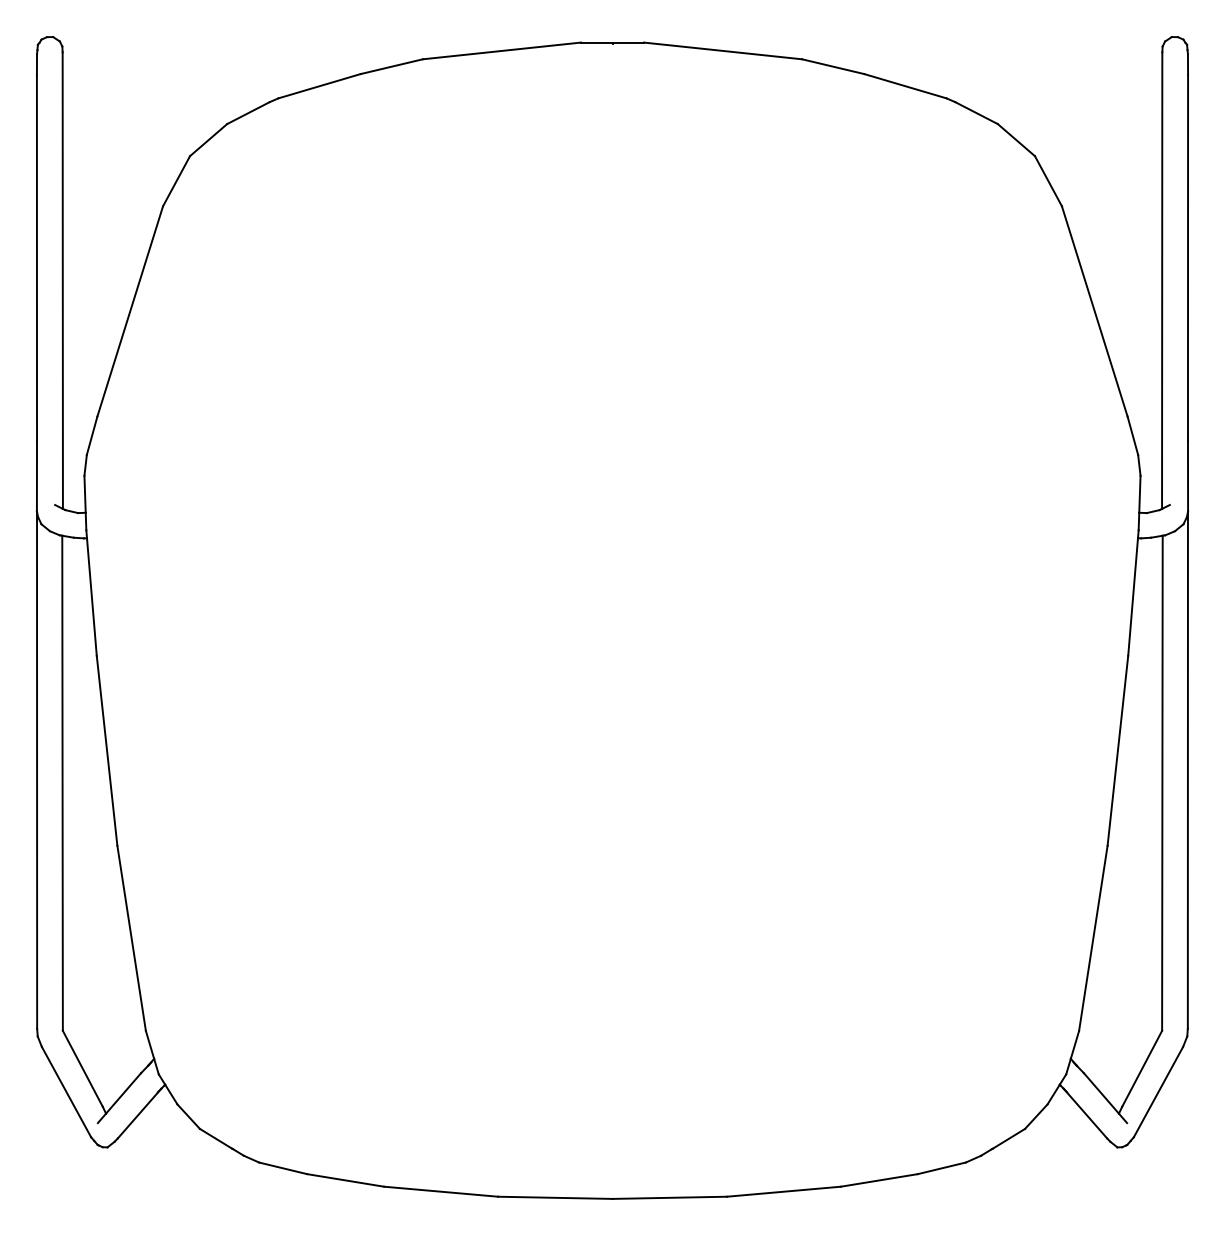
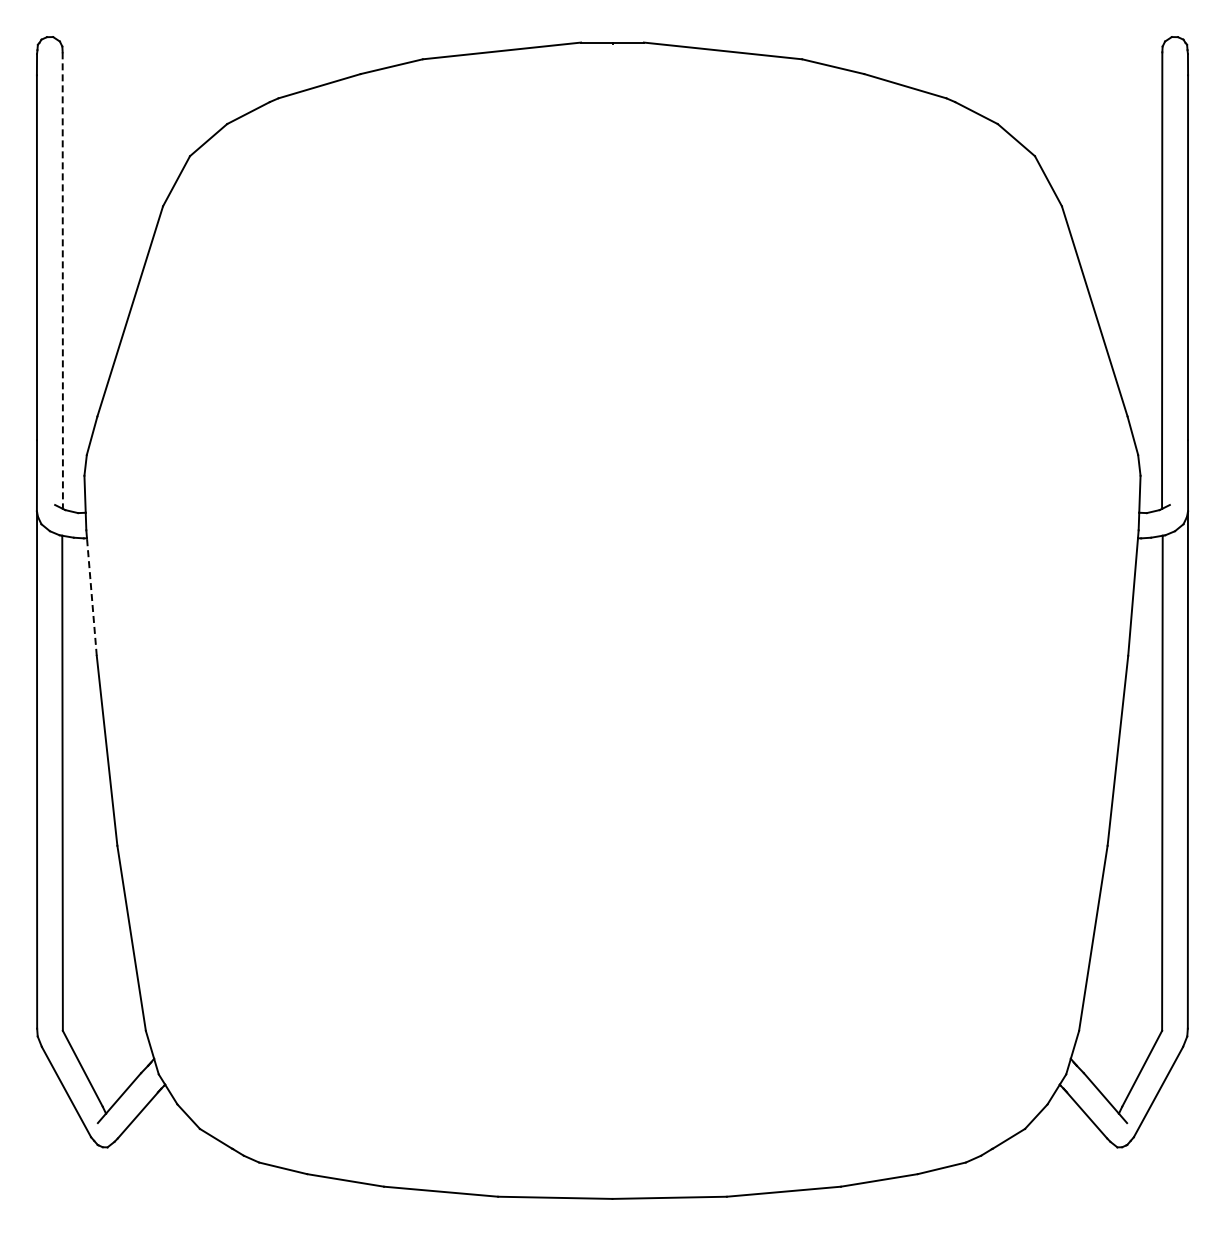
line at (62, 281): solid -> dashed
line at (91, 597): solid -> dashed
